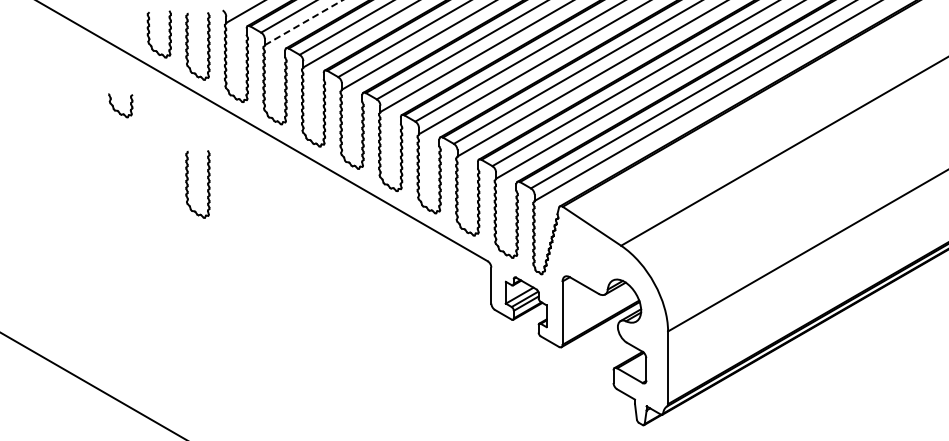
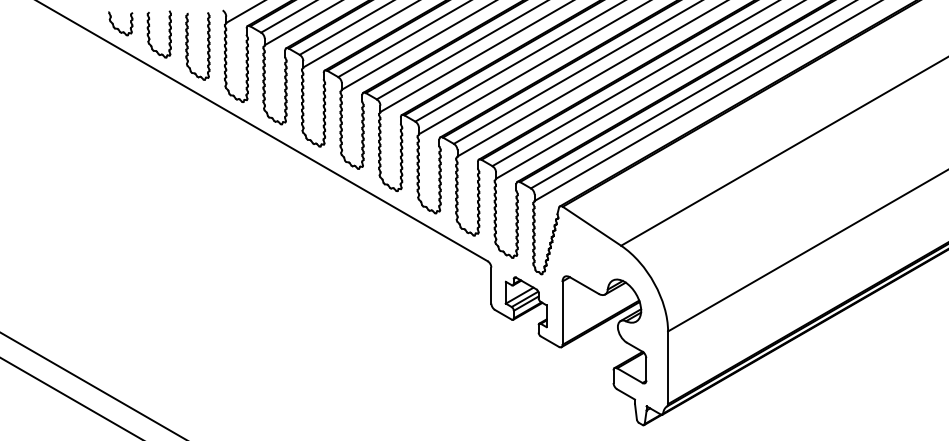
line at (303, 22): dashed -> solid
part at (120, 105) position: (120, 105) -> (120, 23)
part at (188, 184): present -> none
line at (70, 398): none -> present
